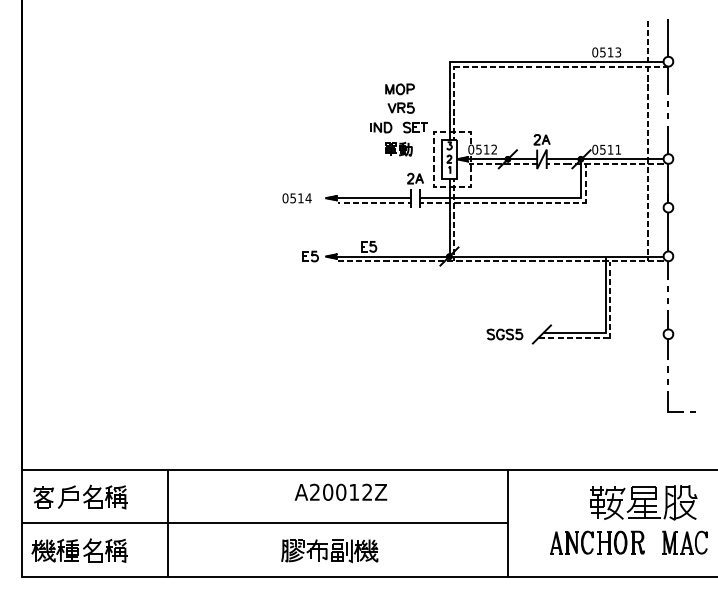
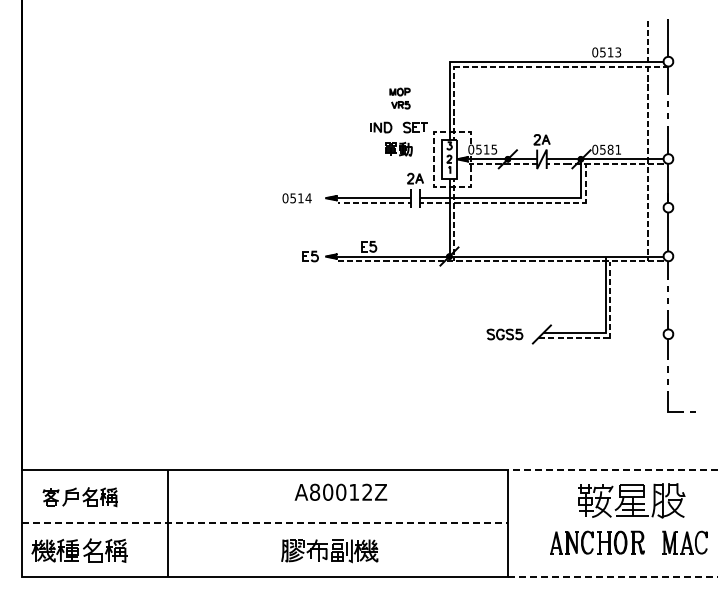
part at (399, 98) size: 30x31 px -> 22x23 px
text at (494, 149): 0512 -> 0515
text at (610, 149): 0511 -> 0581
line at (613, 469): solid -> dashed
text at (315, 491): A20012Z -> A80012Z
part at (80, 496) size: 95x26 px -> 76x21 px
part at (643, 502) position: (643, 502) -> (631, 500)
line at (265, 523): solid -> dashed
line at (613, 576): solid -> dashed
